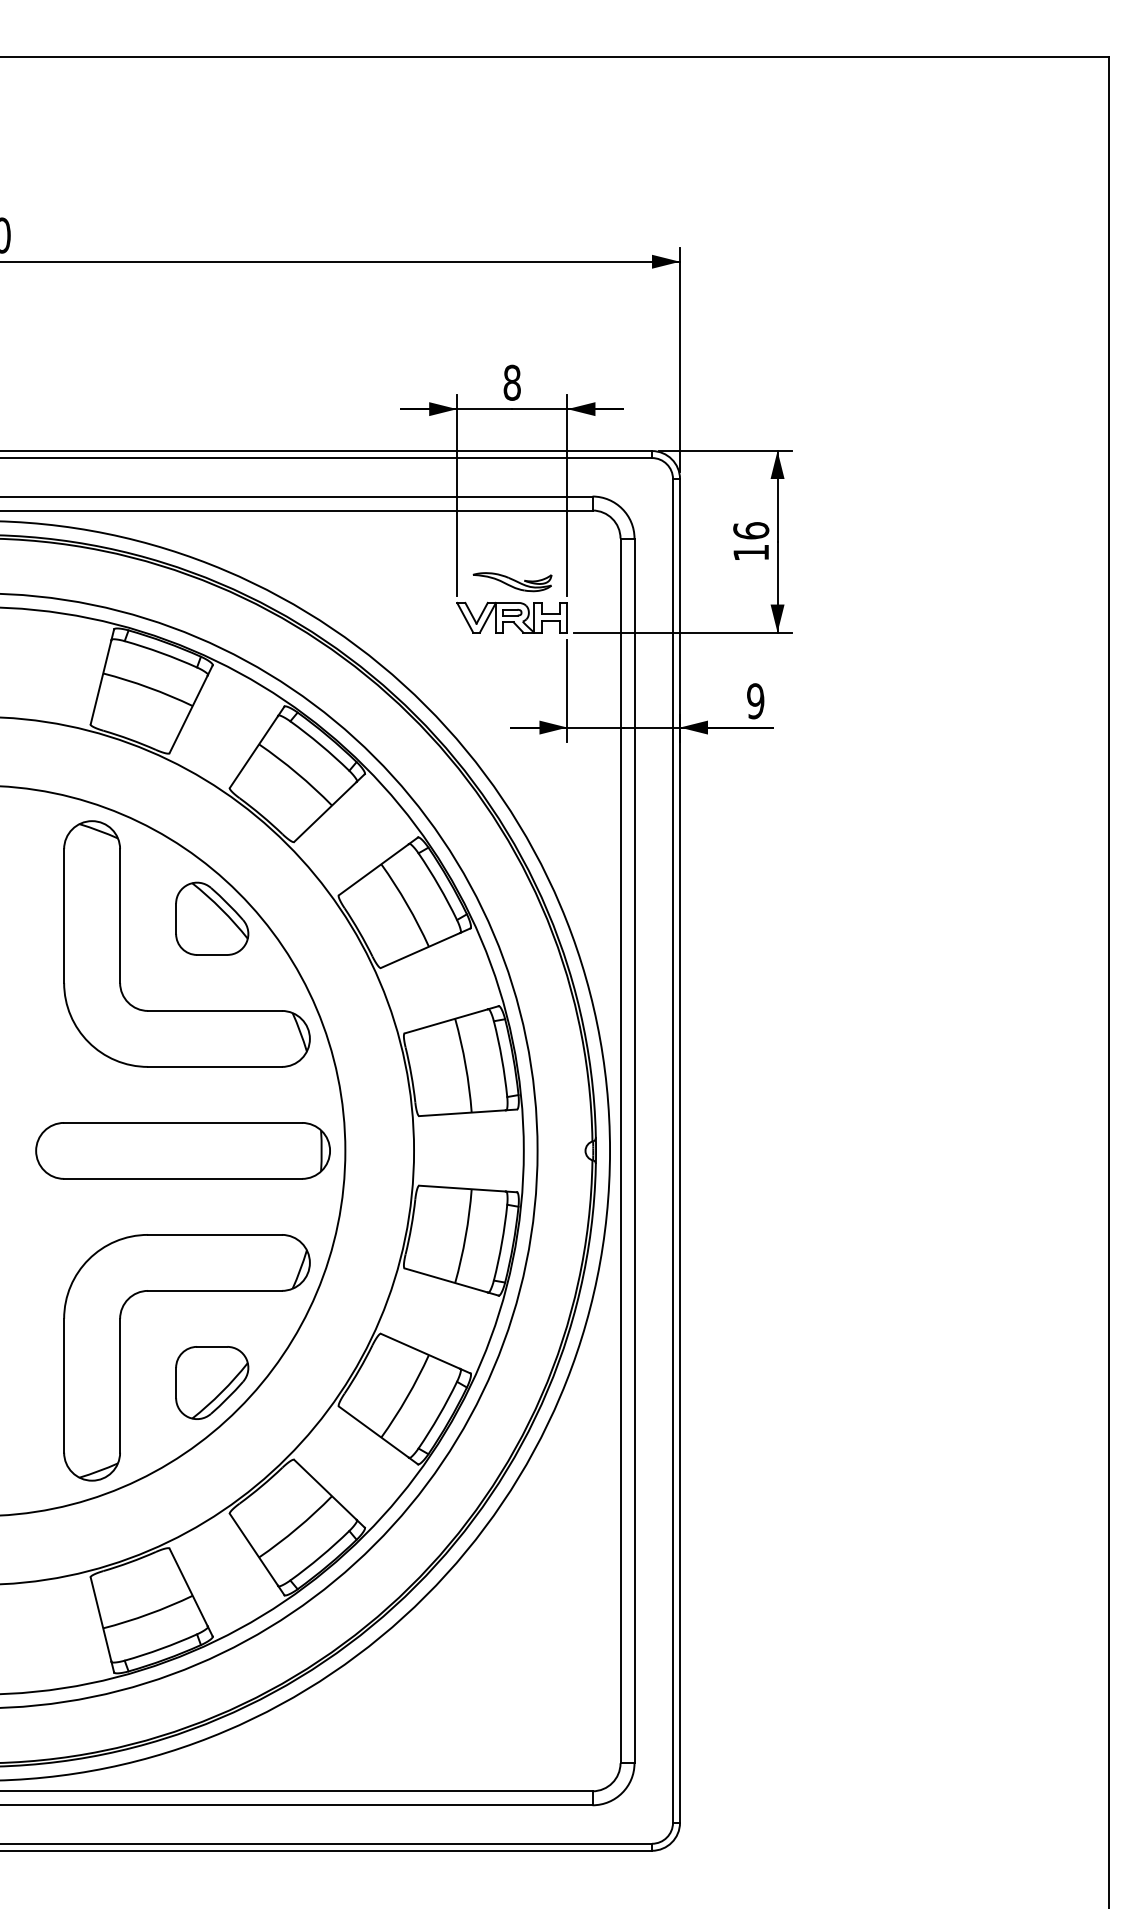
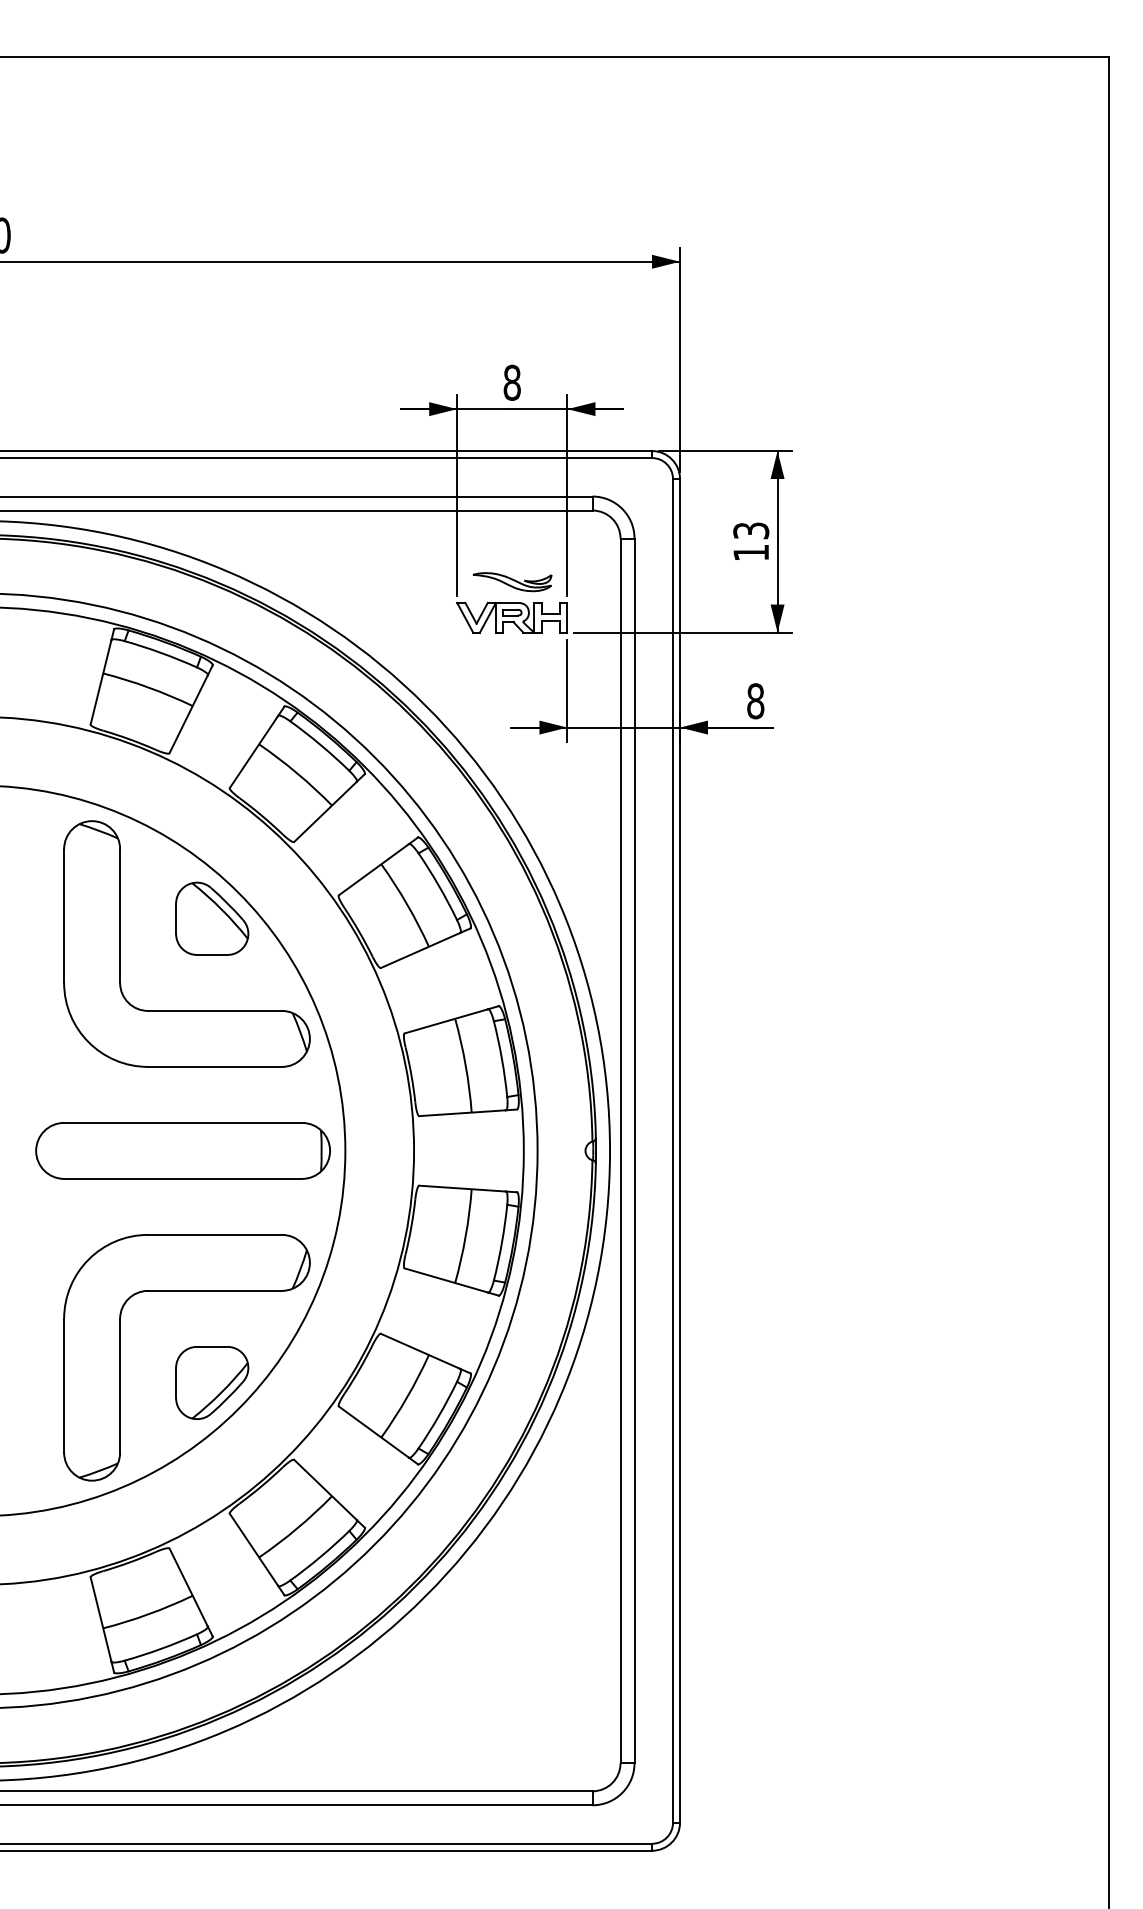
text at (751, 530): 16 -> 13
text at (755, 701): 9 -> 8
